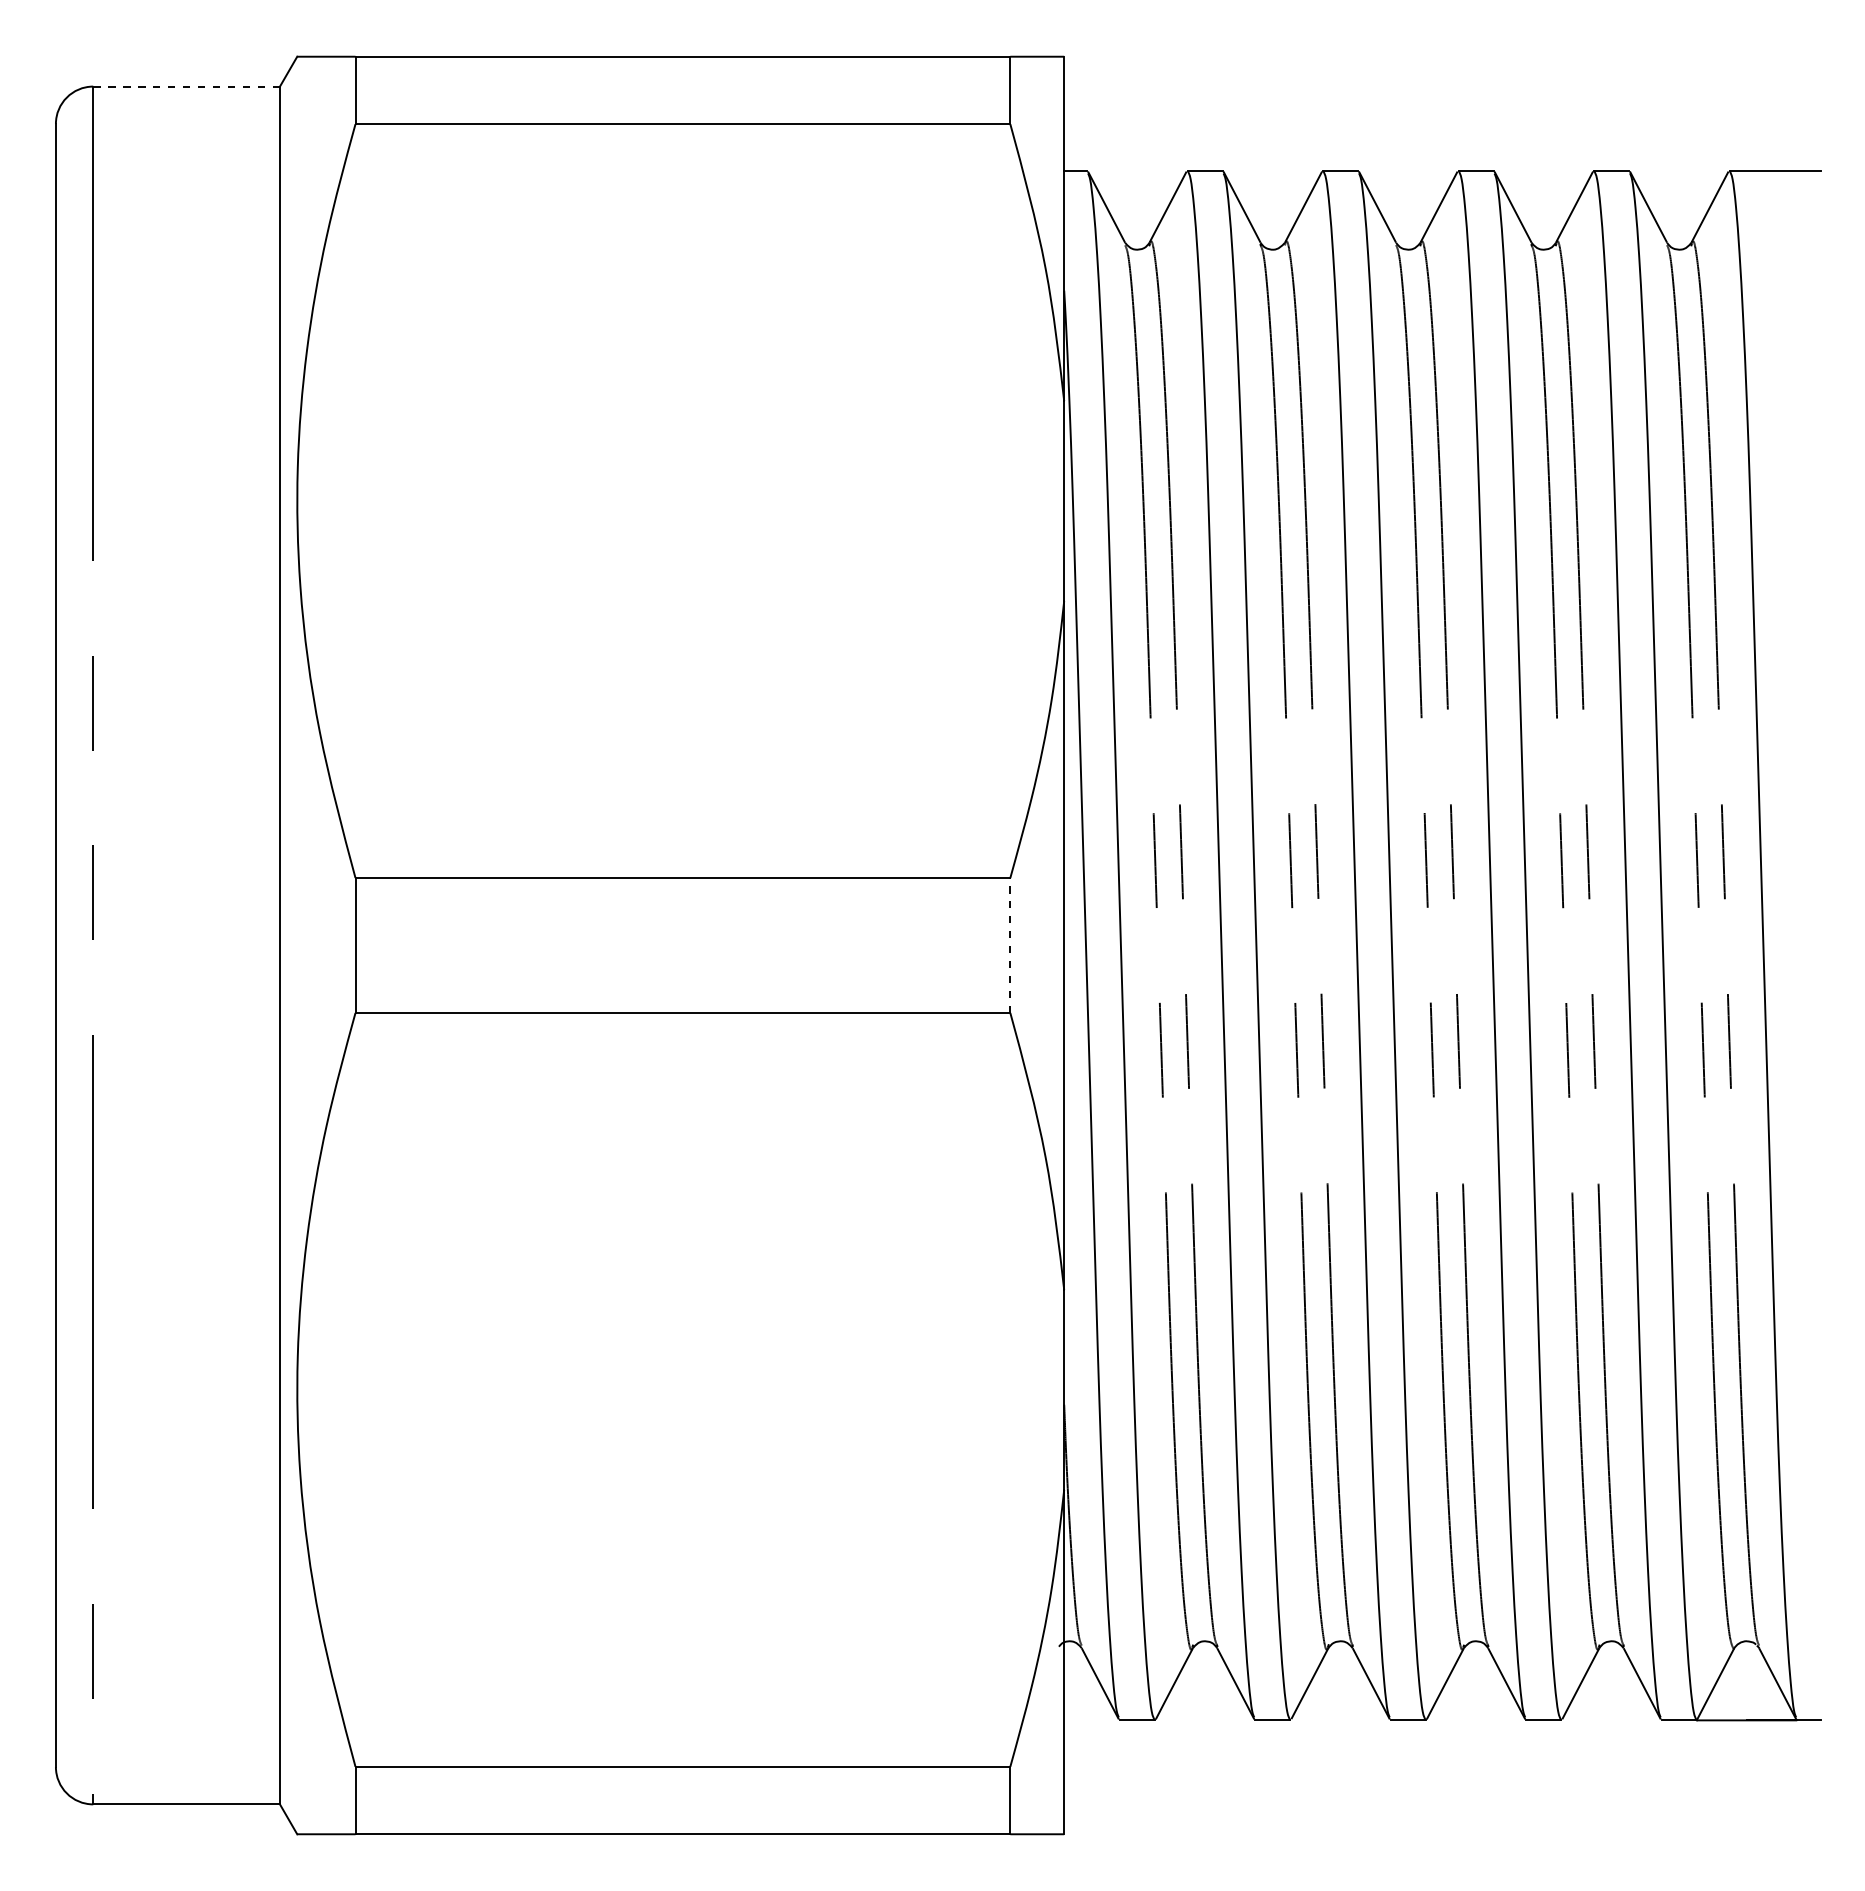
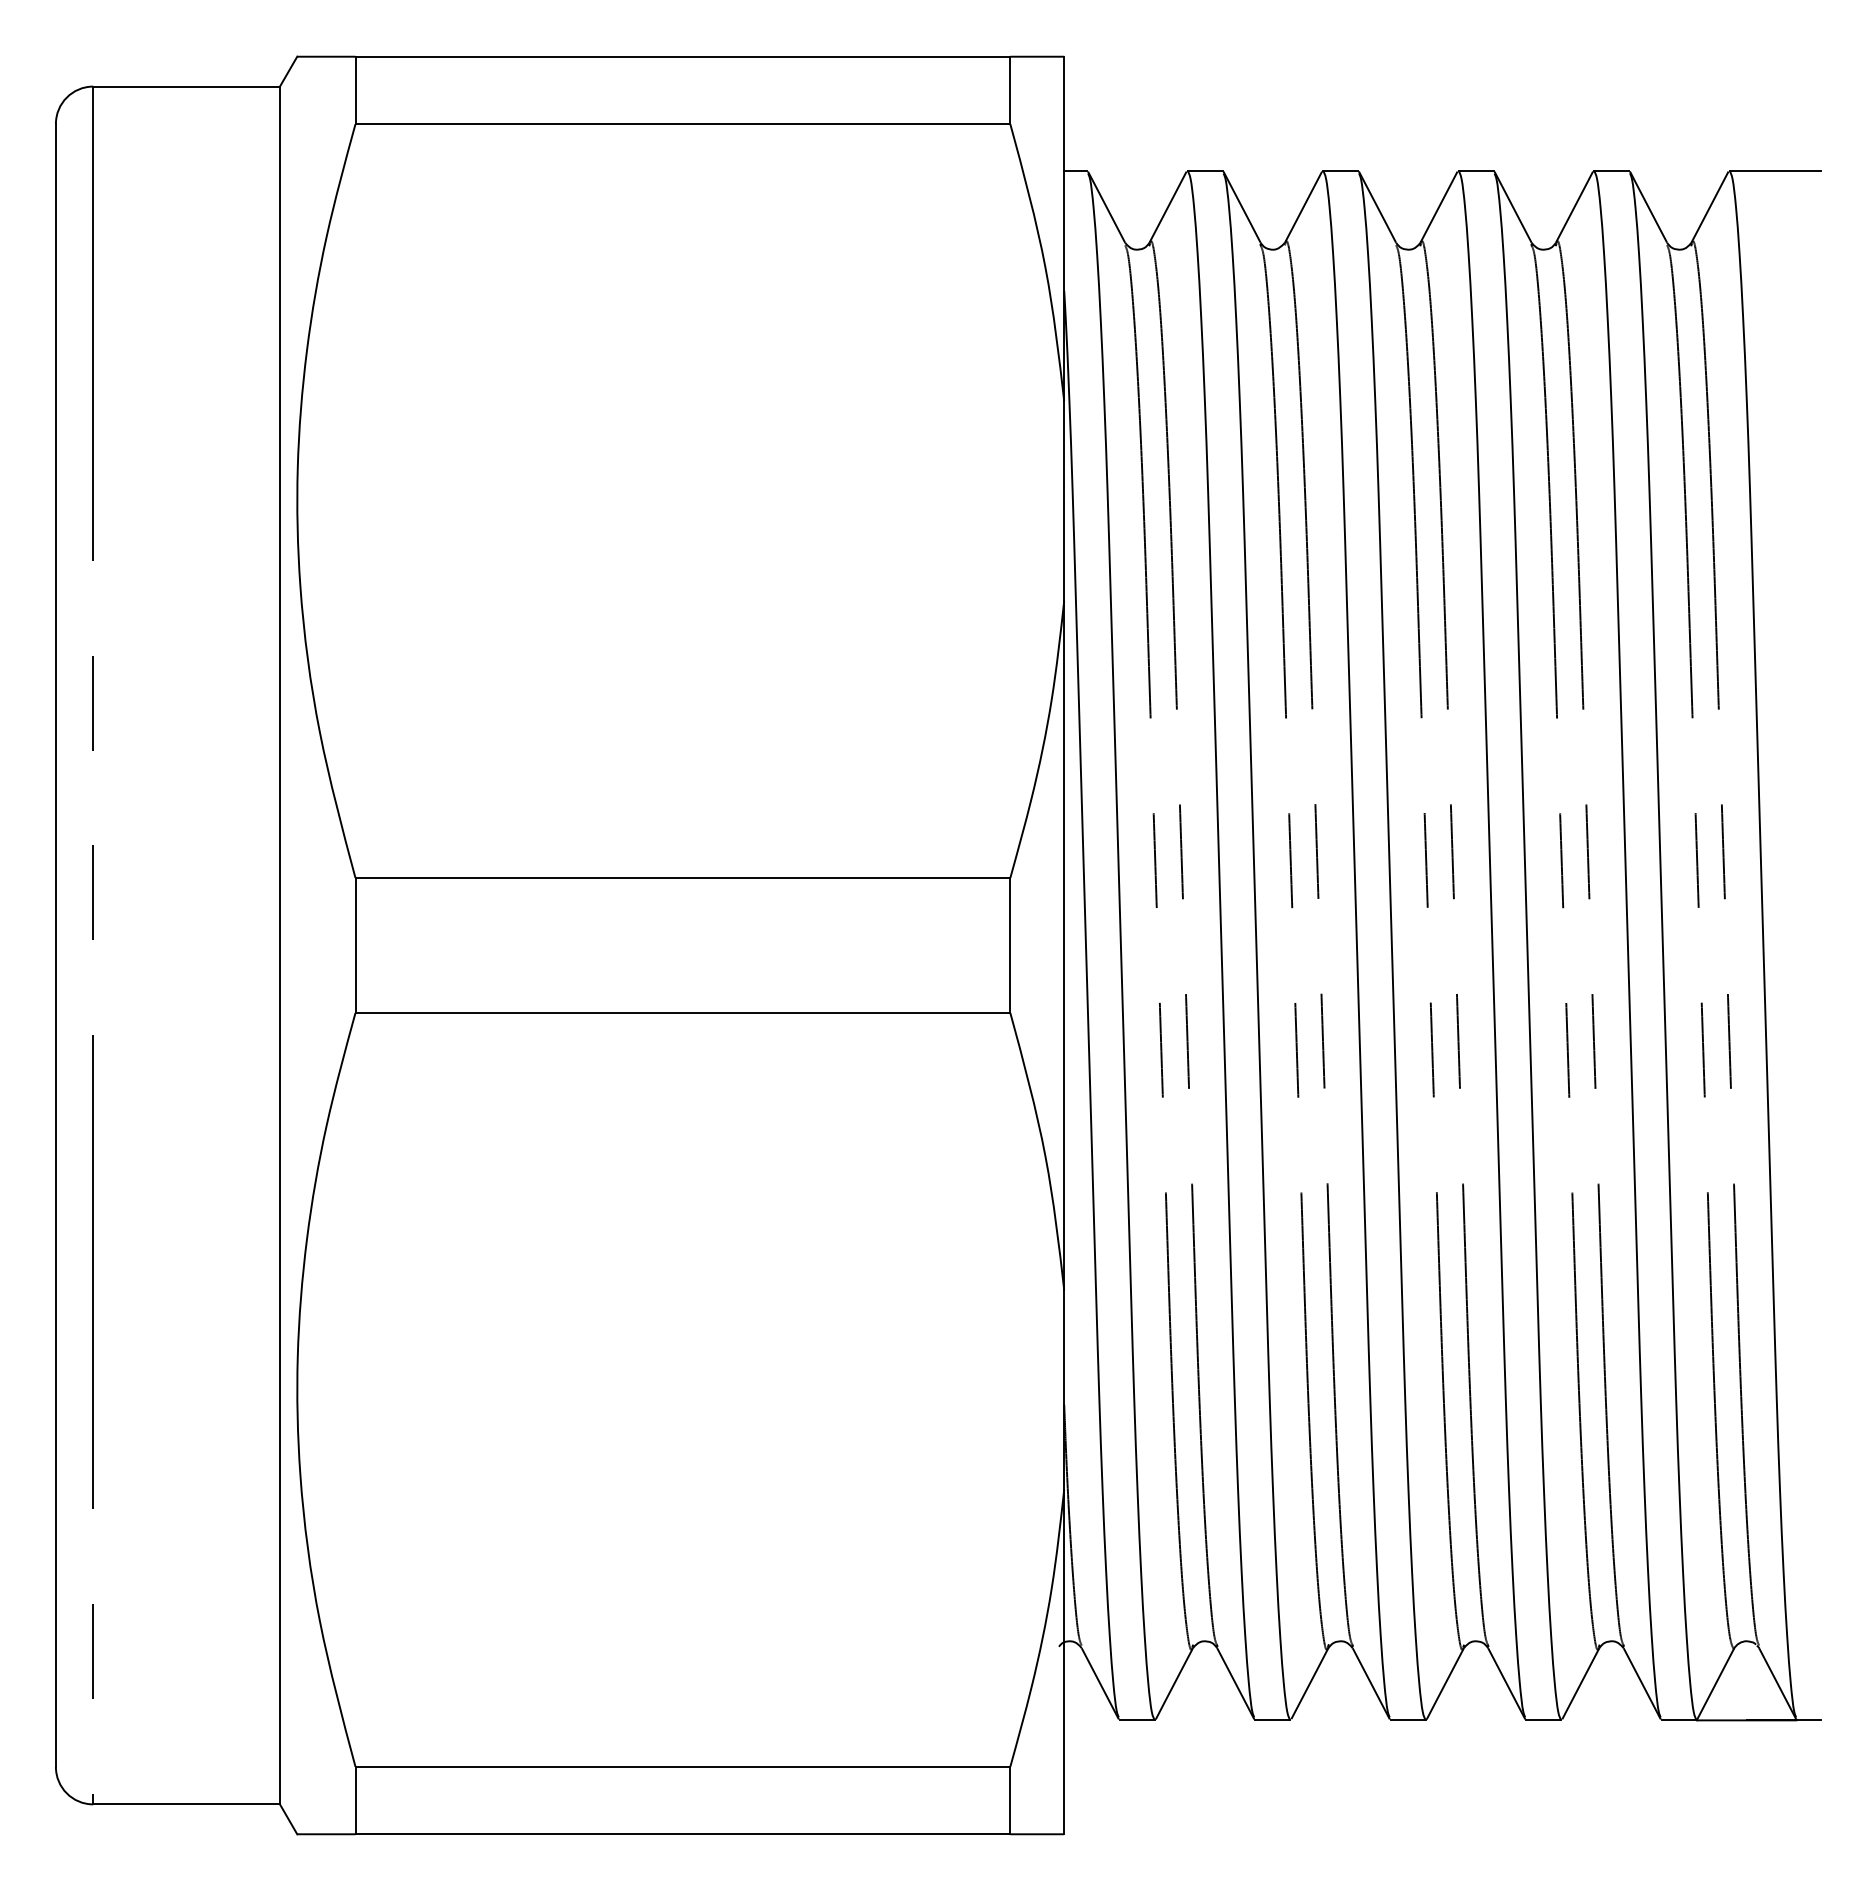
line at (186, 86): dashed -> solid
line at (1010, 945): dashed -> solid
